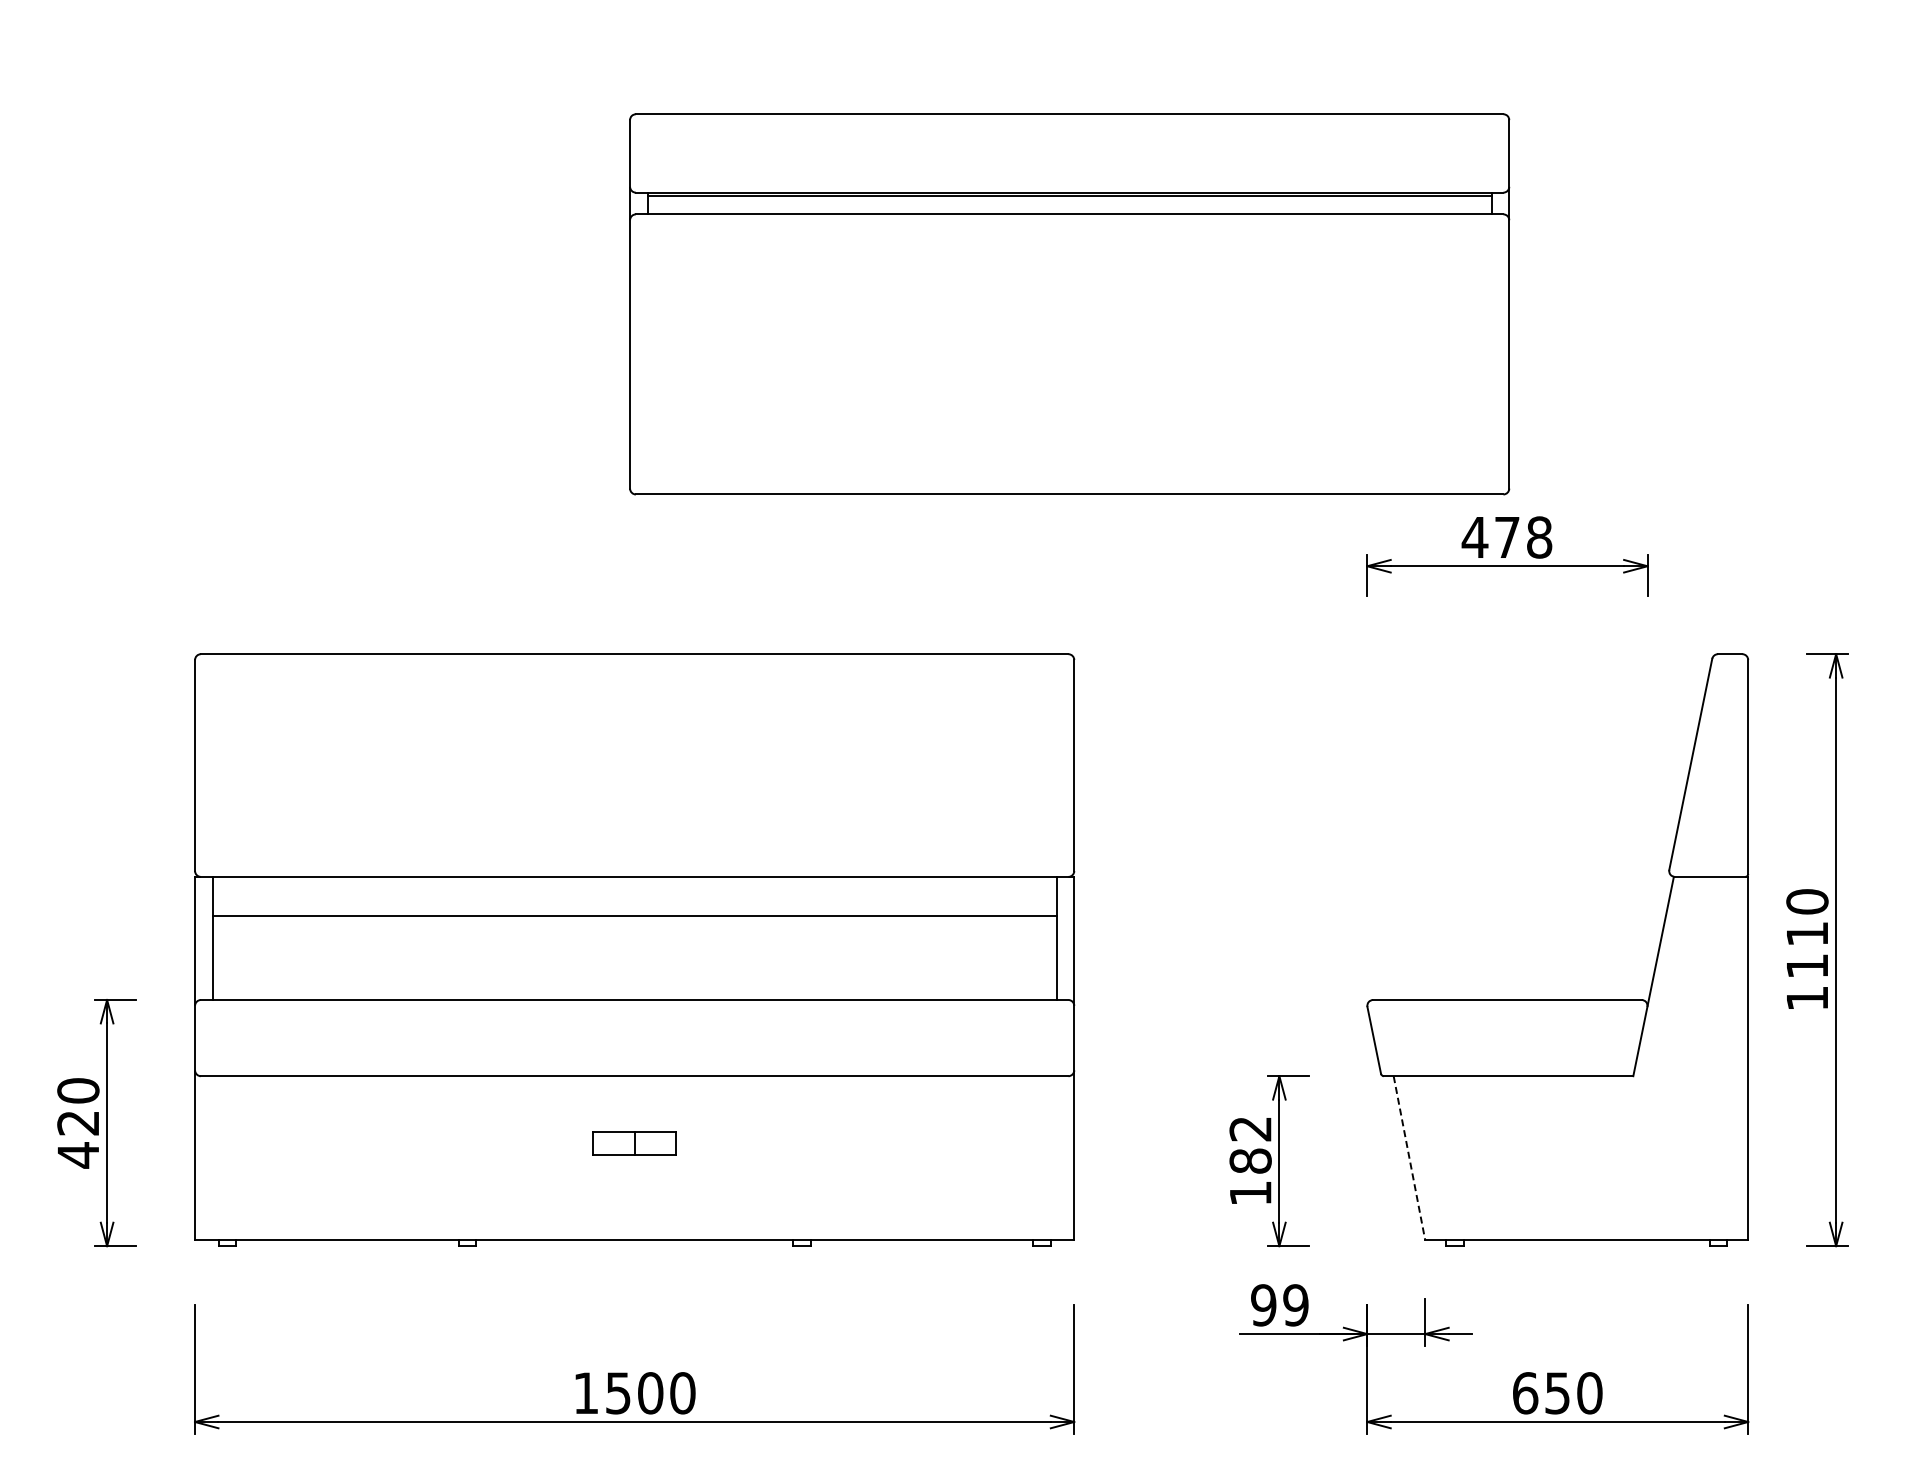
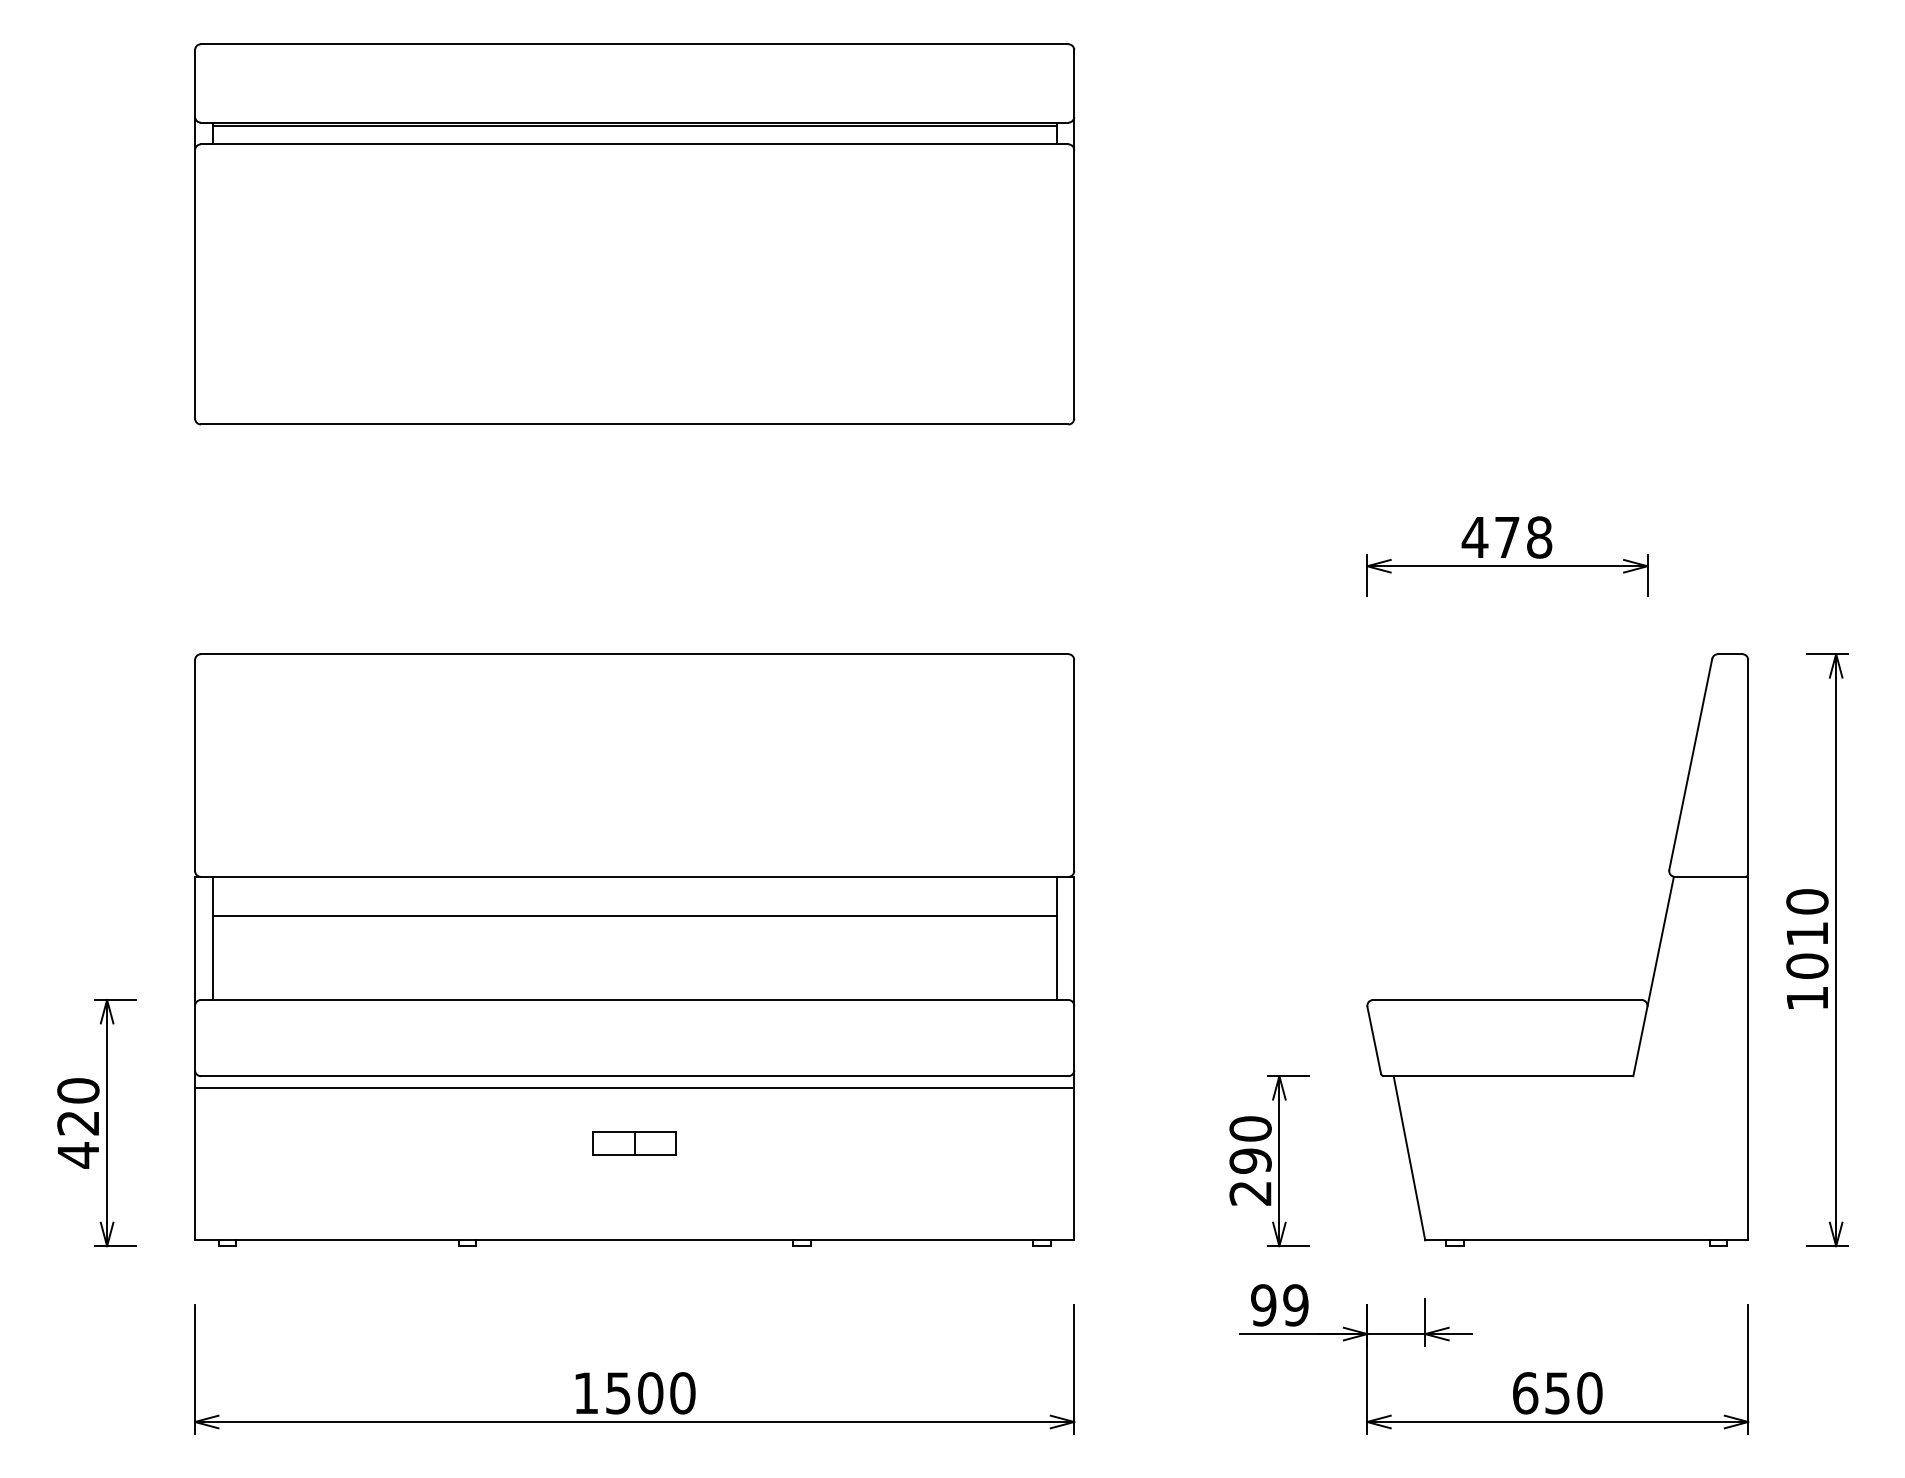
part at (1069, 304) position: (1069, 304) -> (634, 234)
text at (1807, 965): 1110 -> 1010
line at (634, 1087): none -> present
line at (1409, 1158): dashed -> solid
text at (1250, 1160): 182 -> 290
